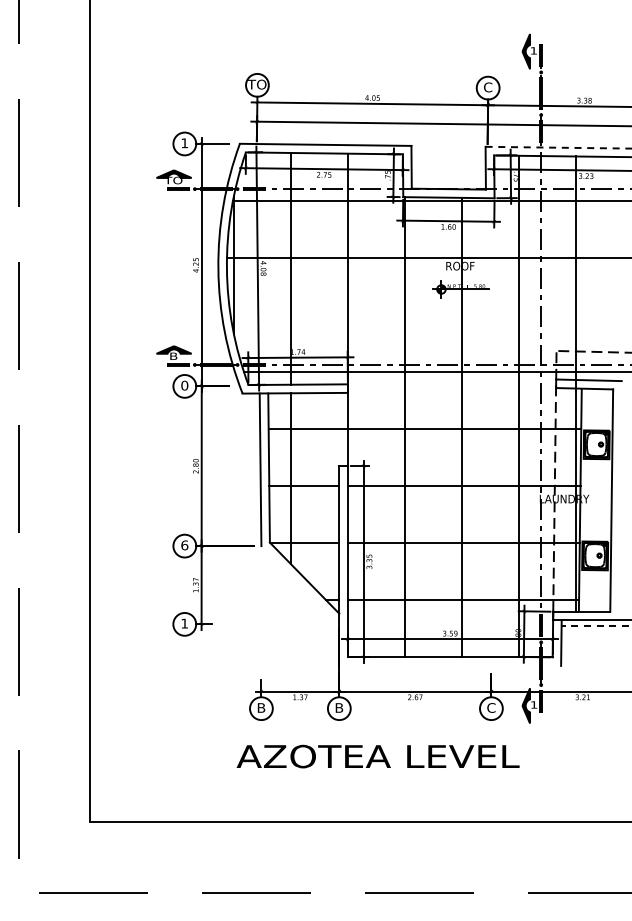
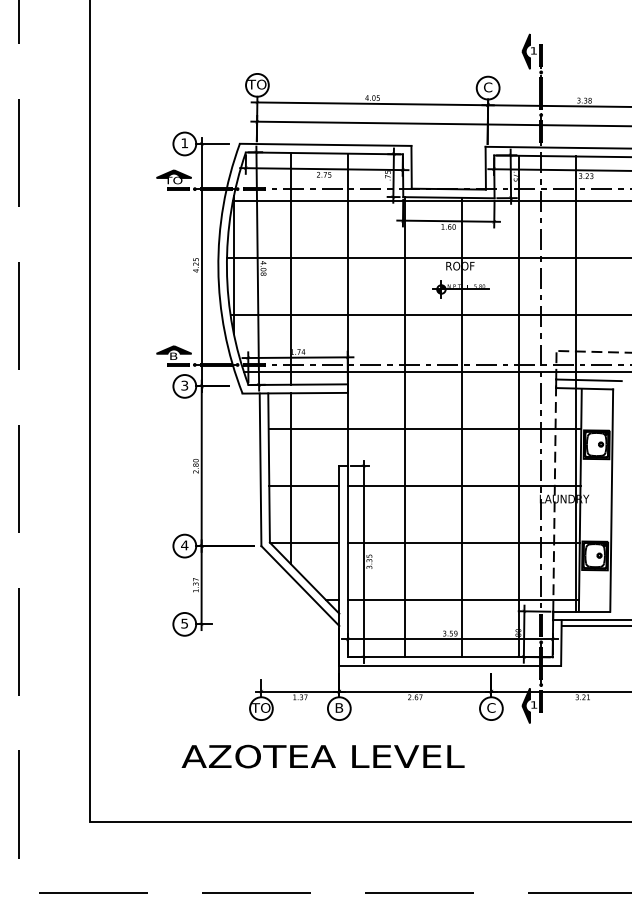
line at (558, 147): dashed -> solid
line at (429, 315): none -> present
text at (184, 385): 0 -> 3
text at (184, 545): 6 -> 4
line at (300, 585): none -> present
text at (184, 623): 1 -> 5
line at (596, 625): dashed -> solid
line at (450, 665): none -> present
text at (261, 707): B -> TO
text at (377, 756) position: (377, 756) -> (322, 756)
